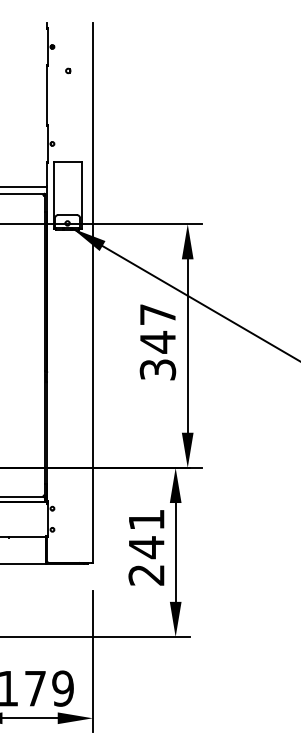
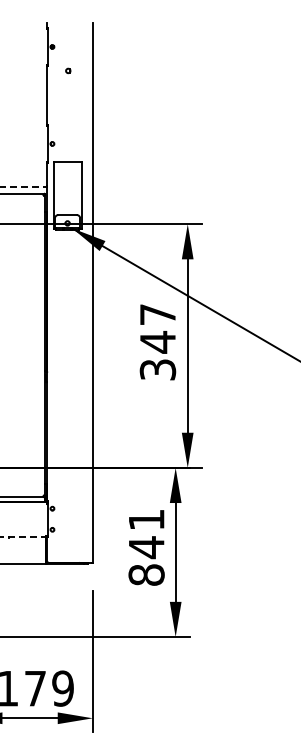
line at (24, 187): solid -> dashed
line at (23, 537): solid -> dashed
text at (146, 574): 241 -> 841
